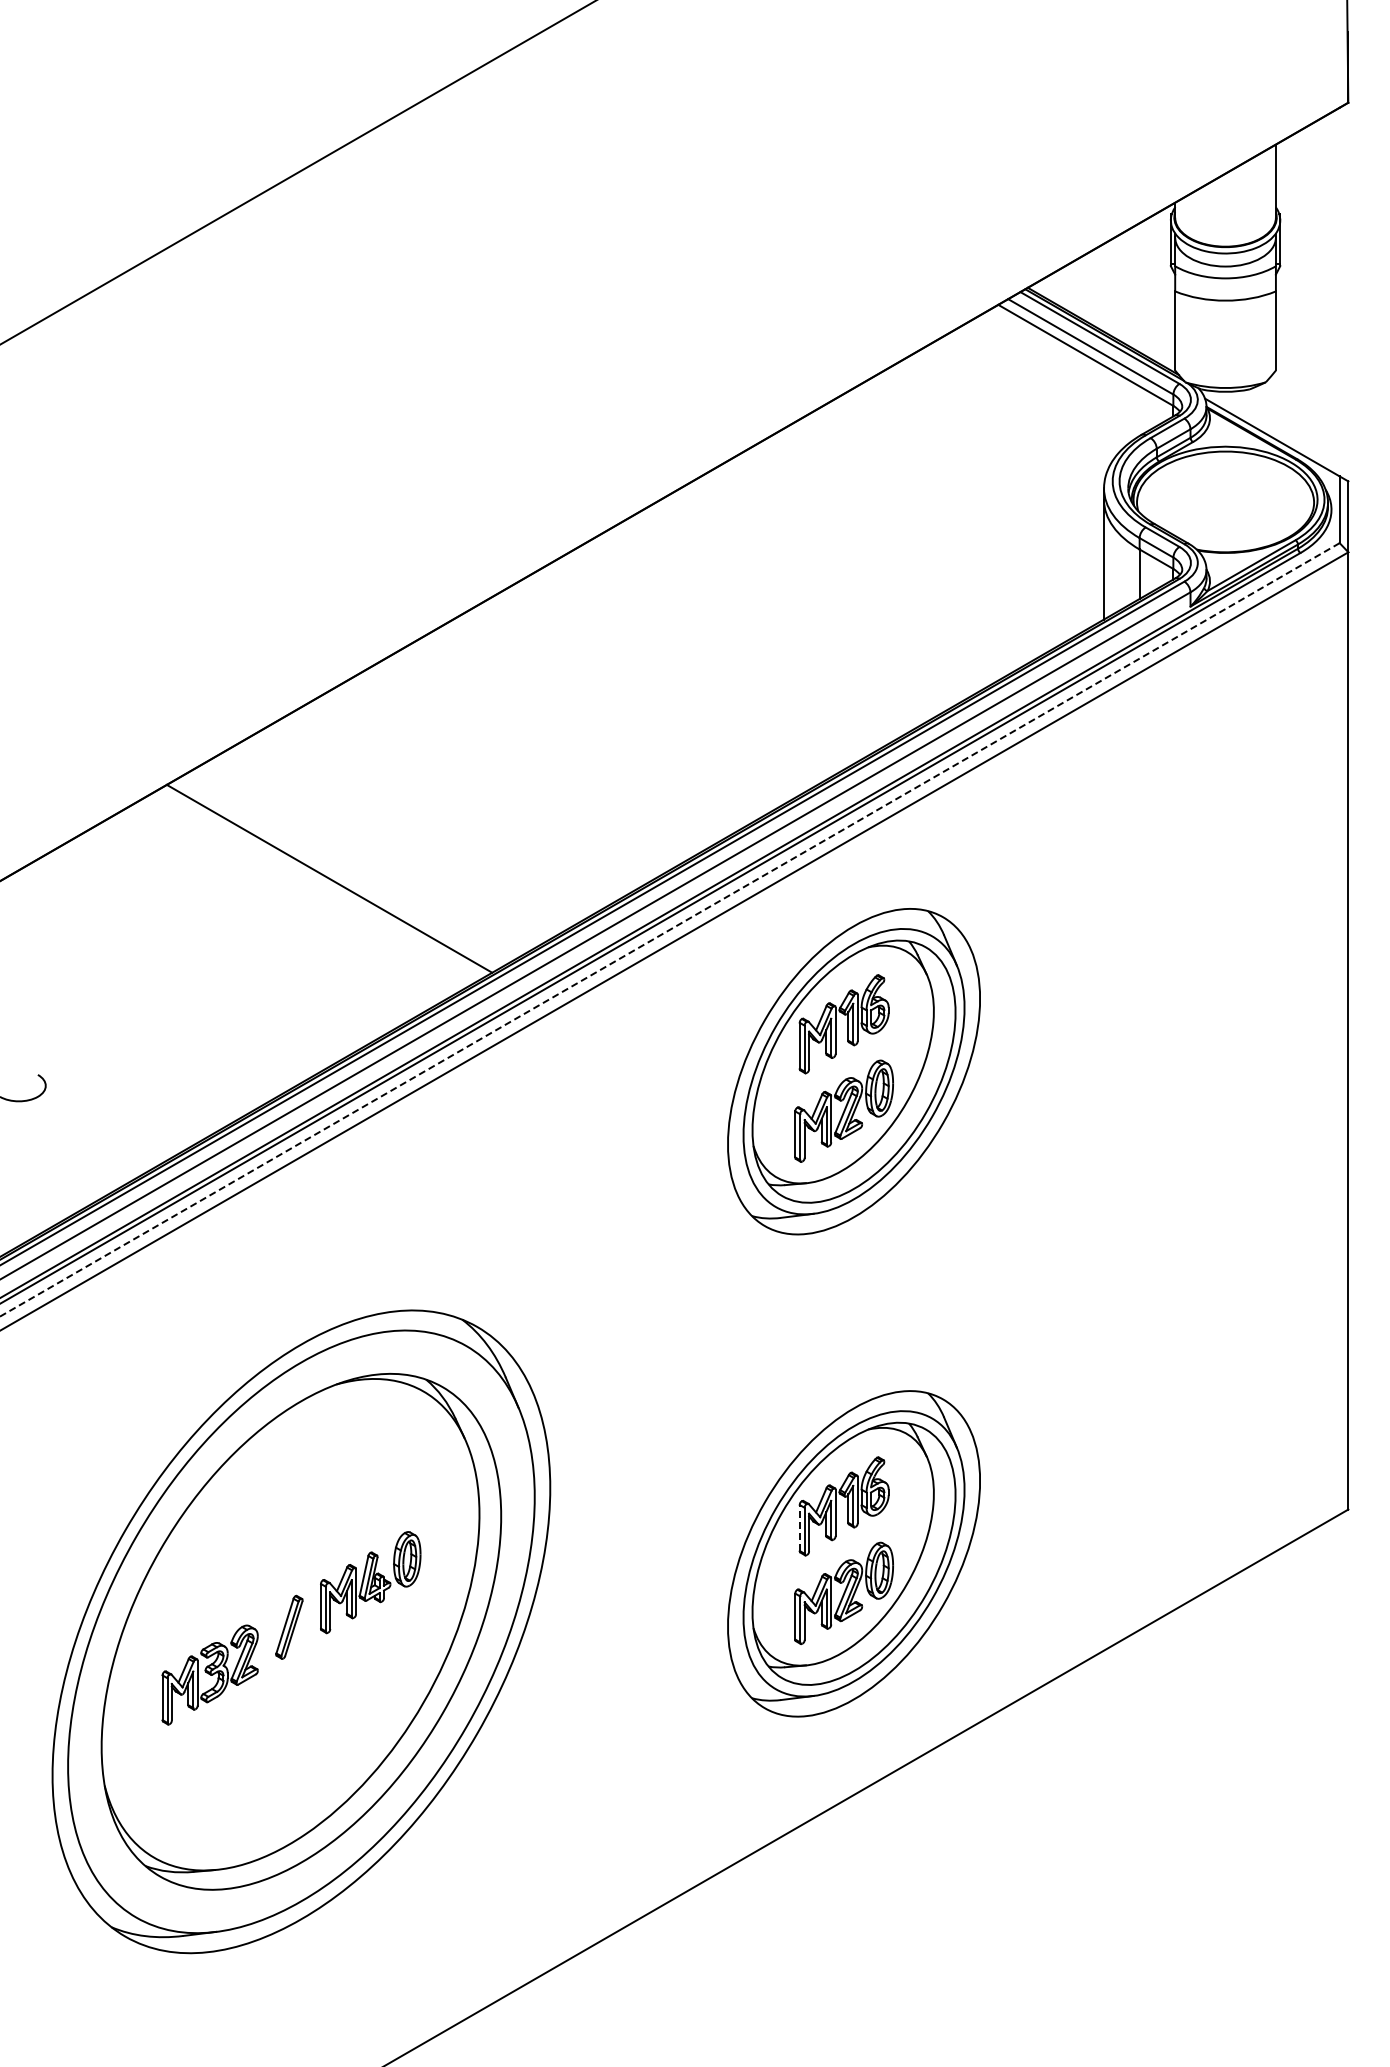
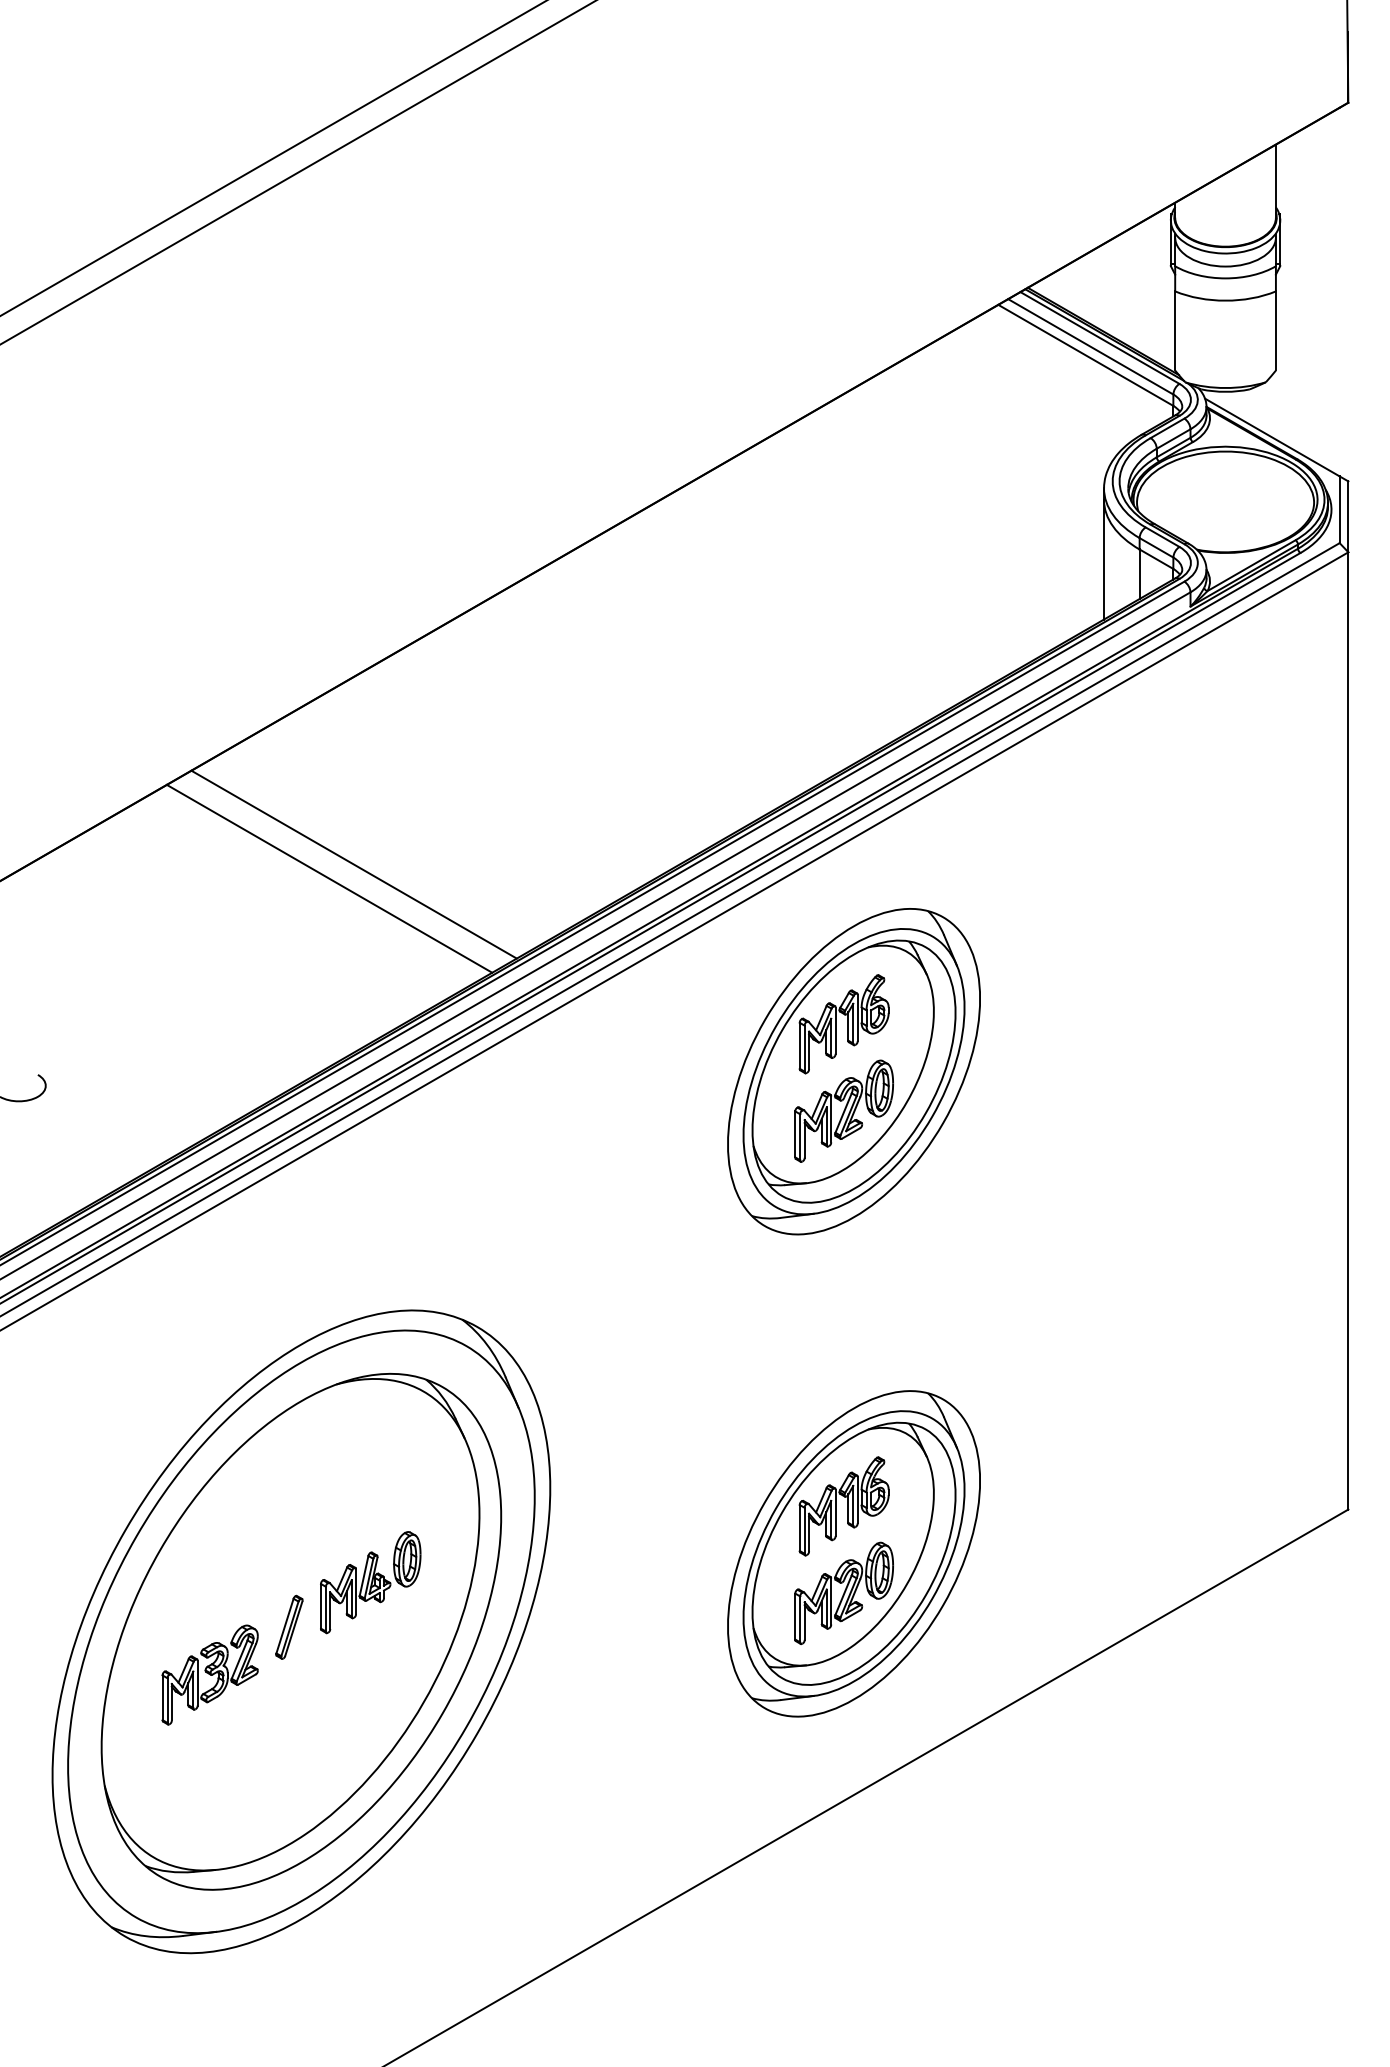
line at (272, 158): none -> present
line at (353, 864): none -> present
line at (670, 929): dashed -> solid
line at (799, 1528): dashed -> solid
